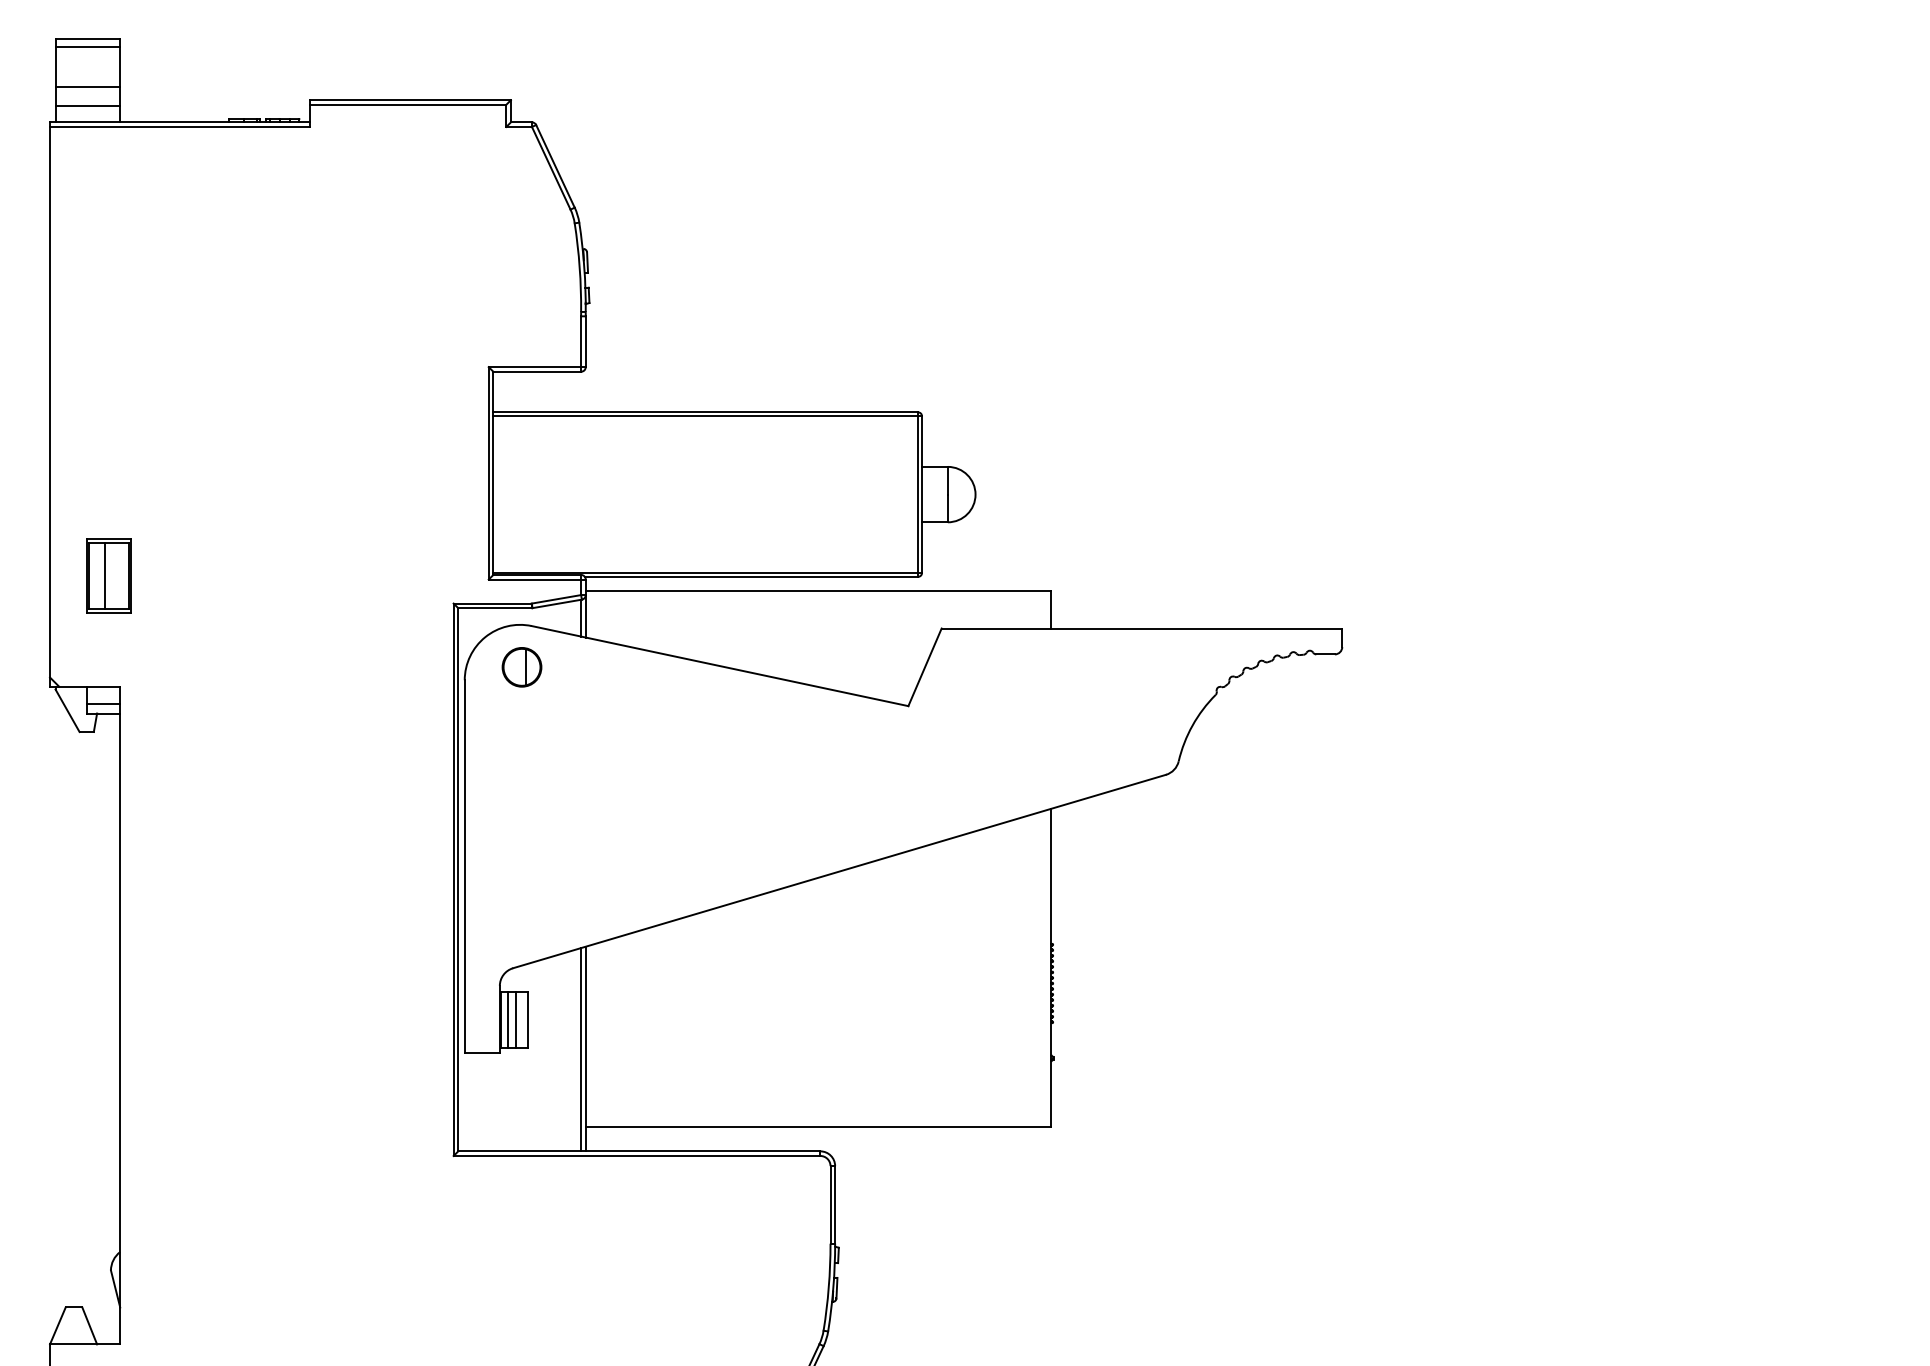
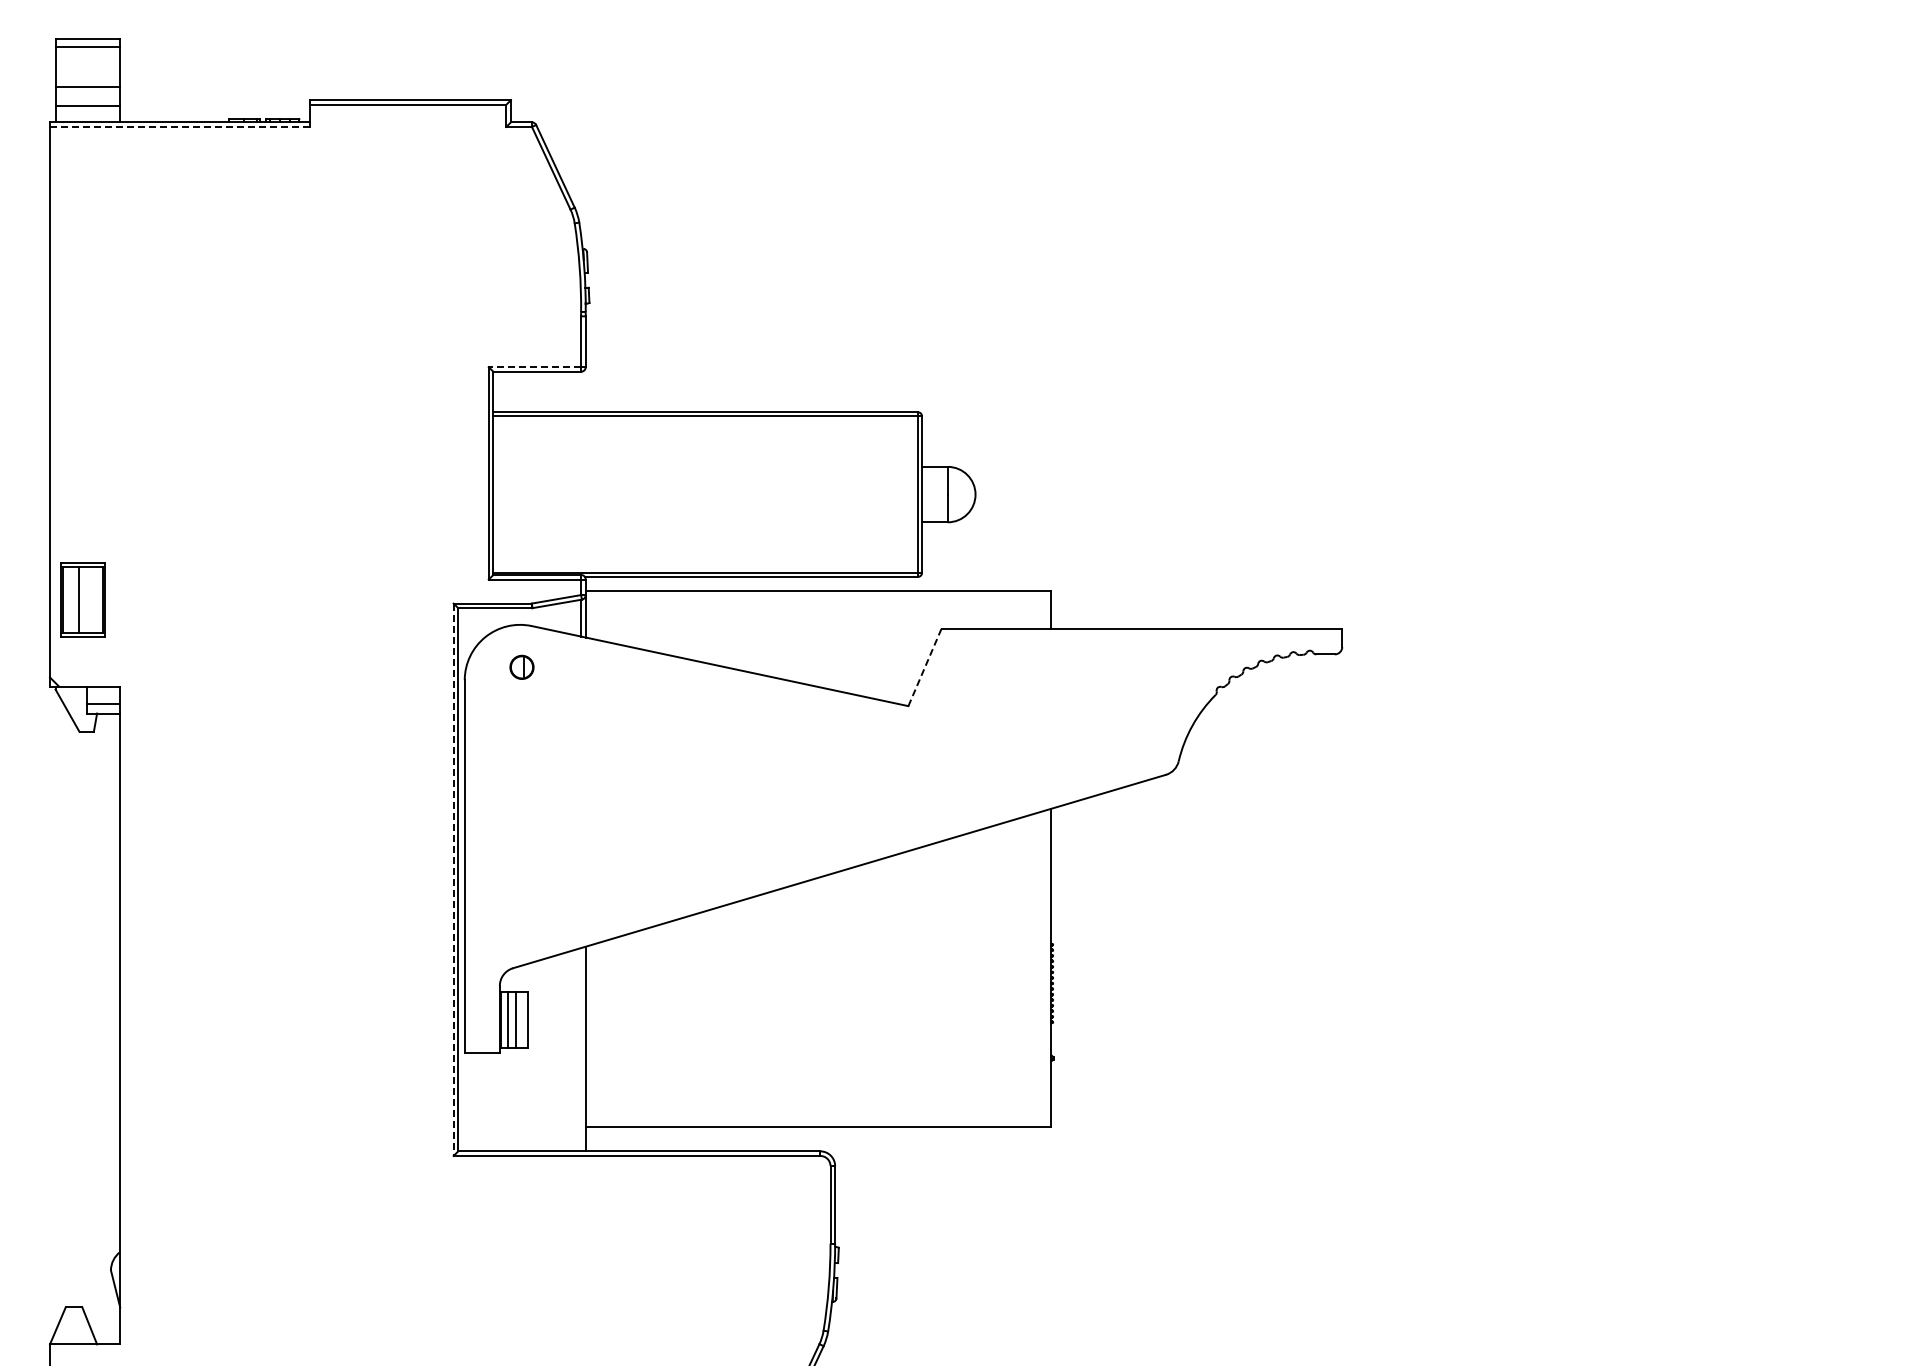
line at (179, 126): solid -> dashed
line at (534, 367): solid -> dashed
part at (108, 575) position: (108, 575) -> (82, 599)
line at (925, 666): solid -> dashed
part at (521, 667) size: 42x41 px -> 26x26 px
line at (453, 880): solid -> dashed
line at (581, 1049): present -> none
